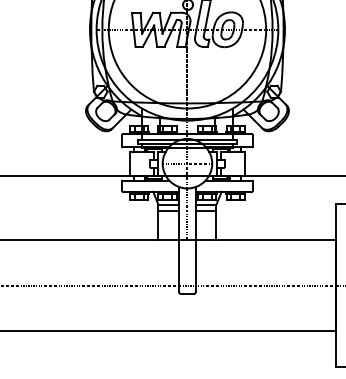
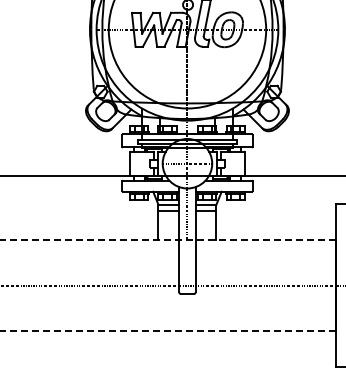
line at (168, 240): solid -> dashed
line at (168, 331): solid -> dashed
